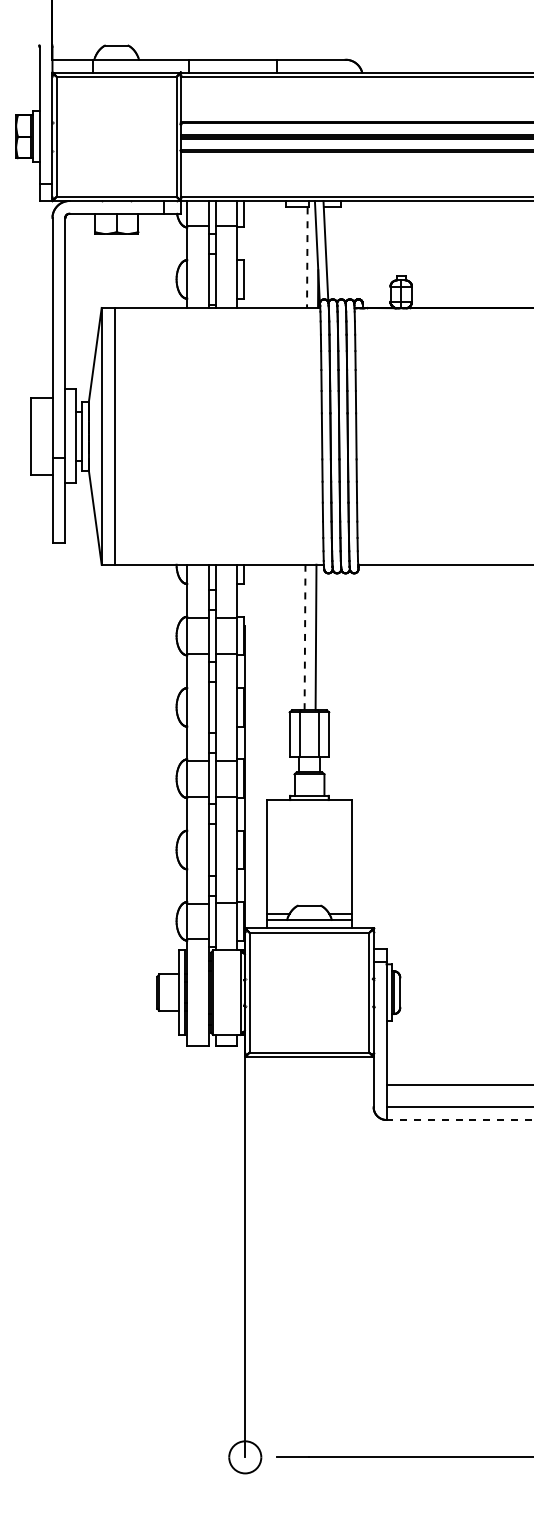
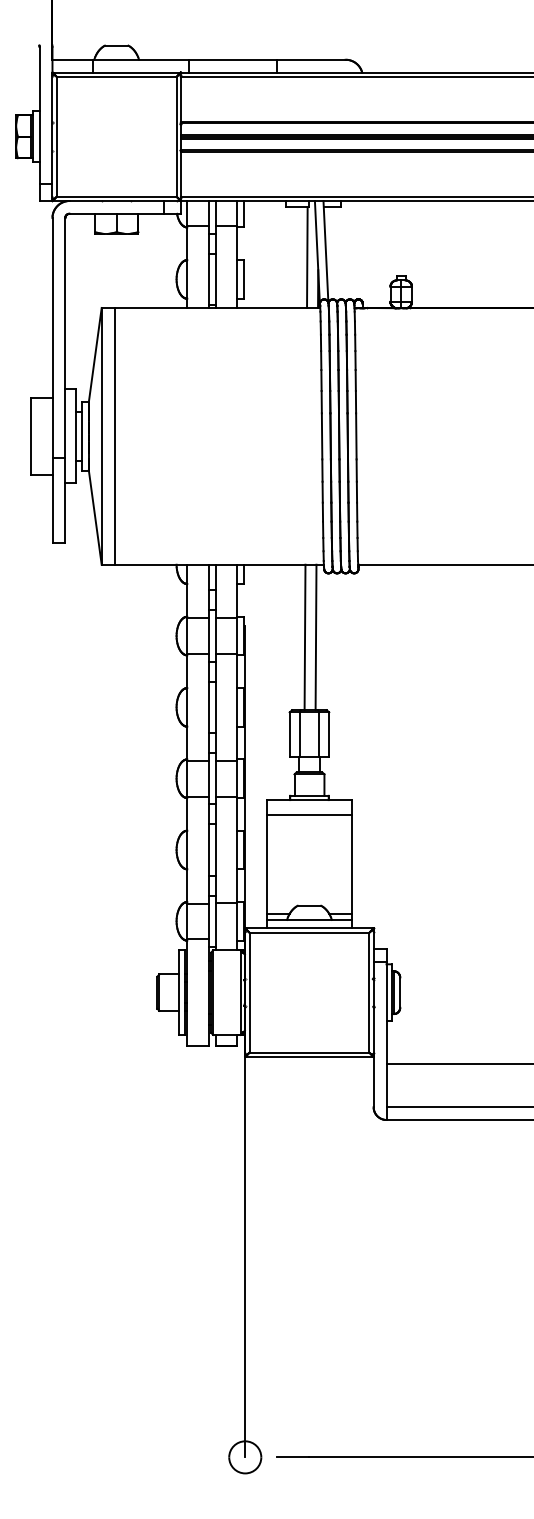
line at (307, 258): dashed -> solid
line at (305, 637): dashed -> solid
line at (309, 815): none -> present
line at (458, 1085) position: (458, 1085) -> (458, 1064)
line at (459, 1119): dashed -> solid
